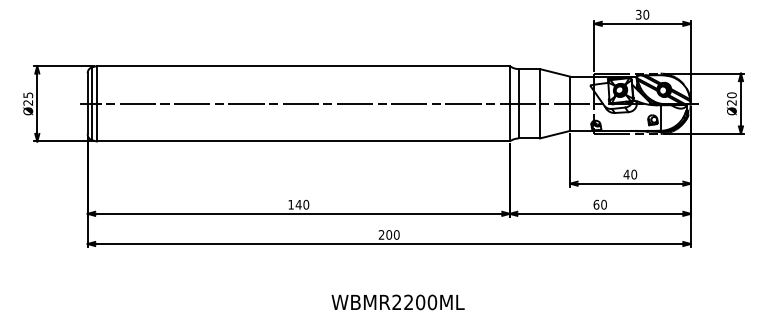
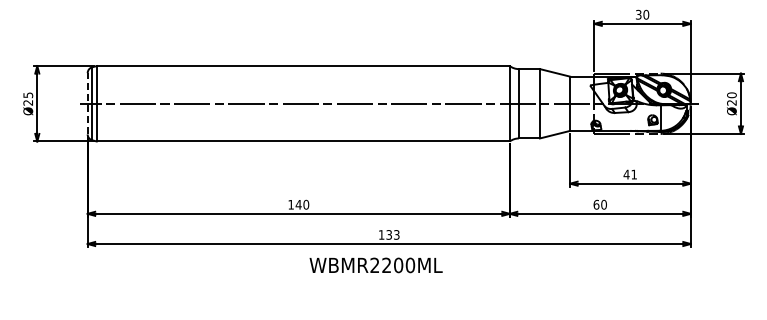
line at (87, 103): solid -> dashed
text at (634, 174): 40 -> 41
text at (388, 234): 200 -> 133
text at (397, 302) position: (397, 302) -> (375, 265)
